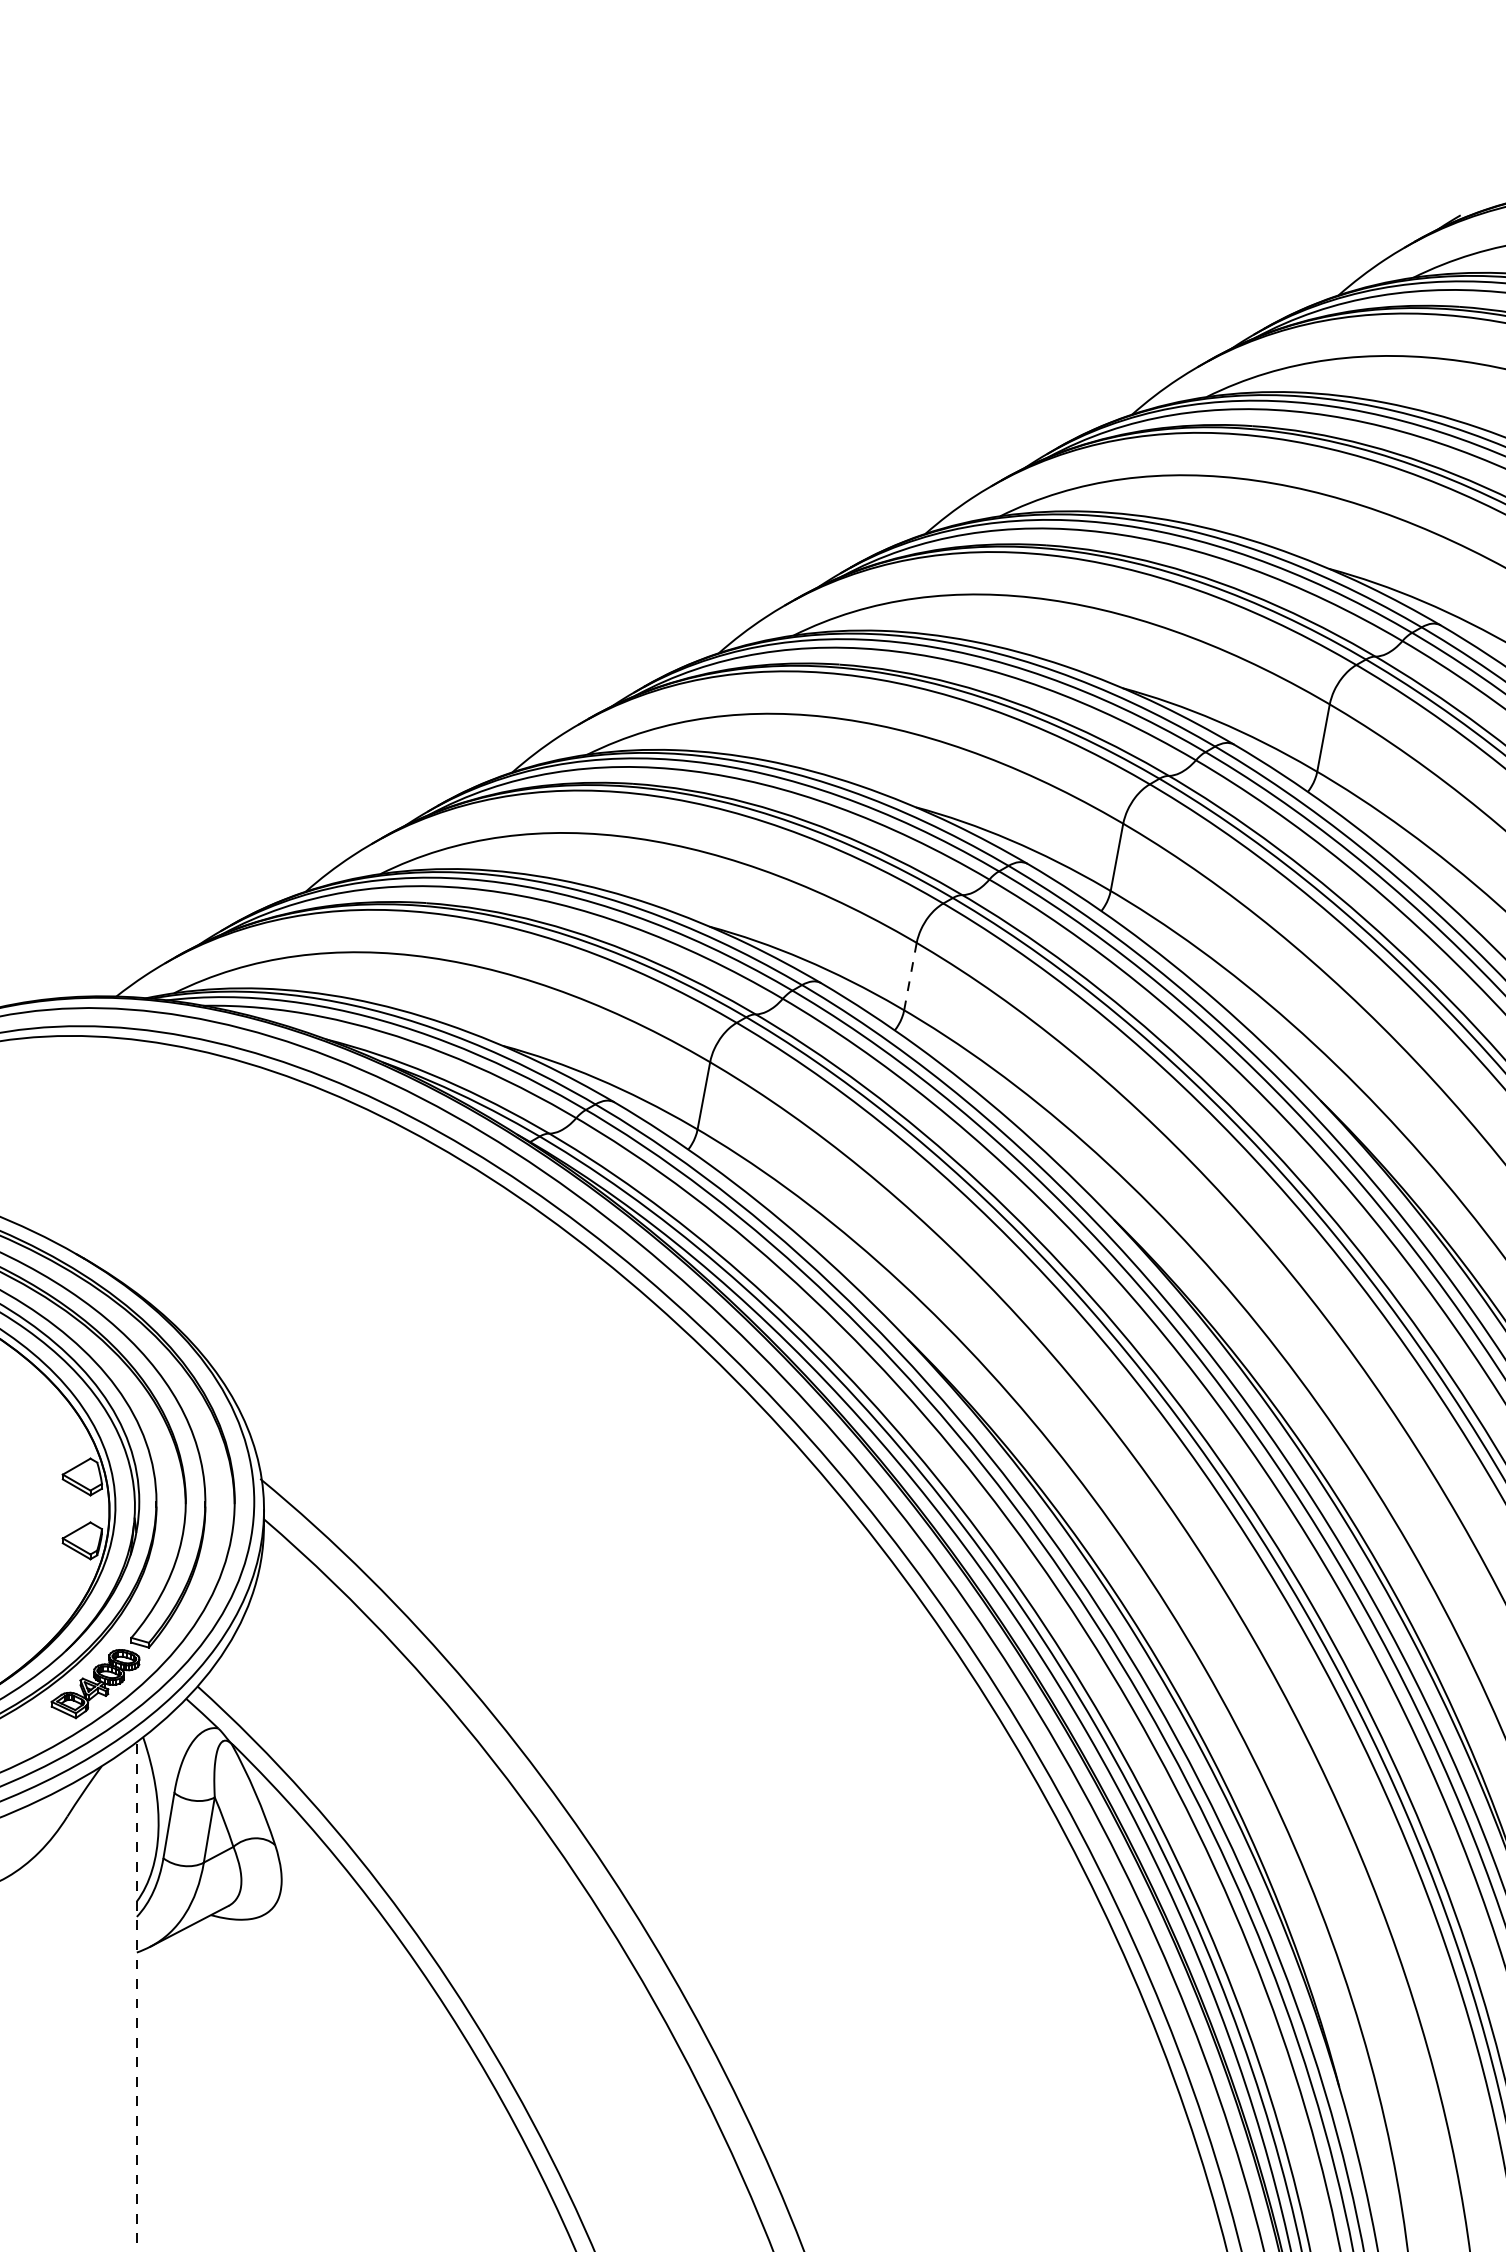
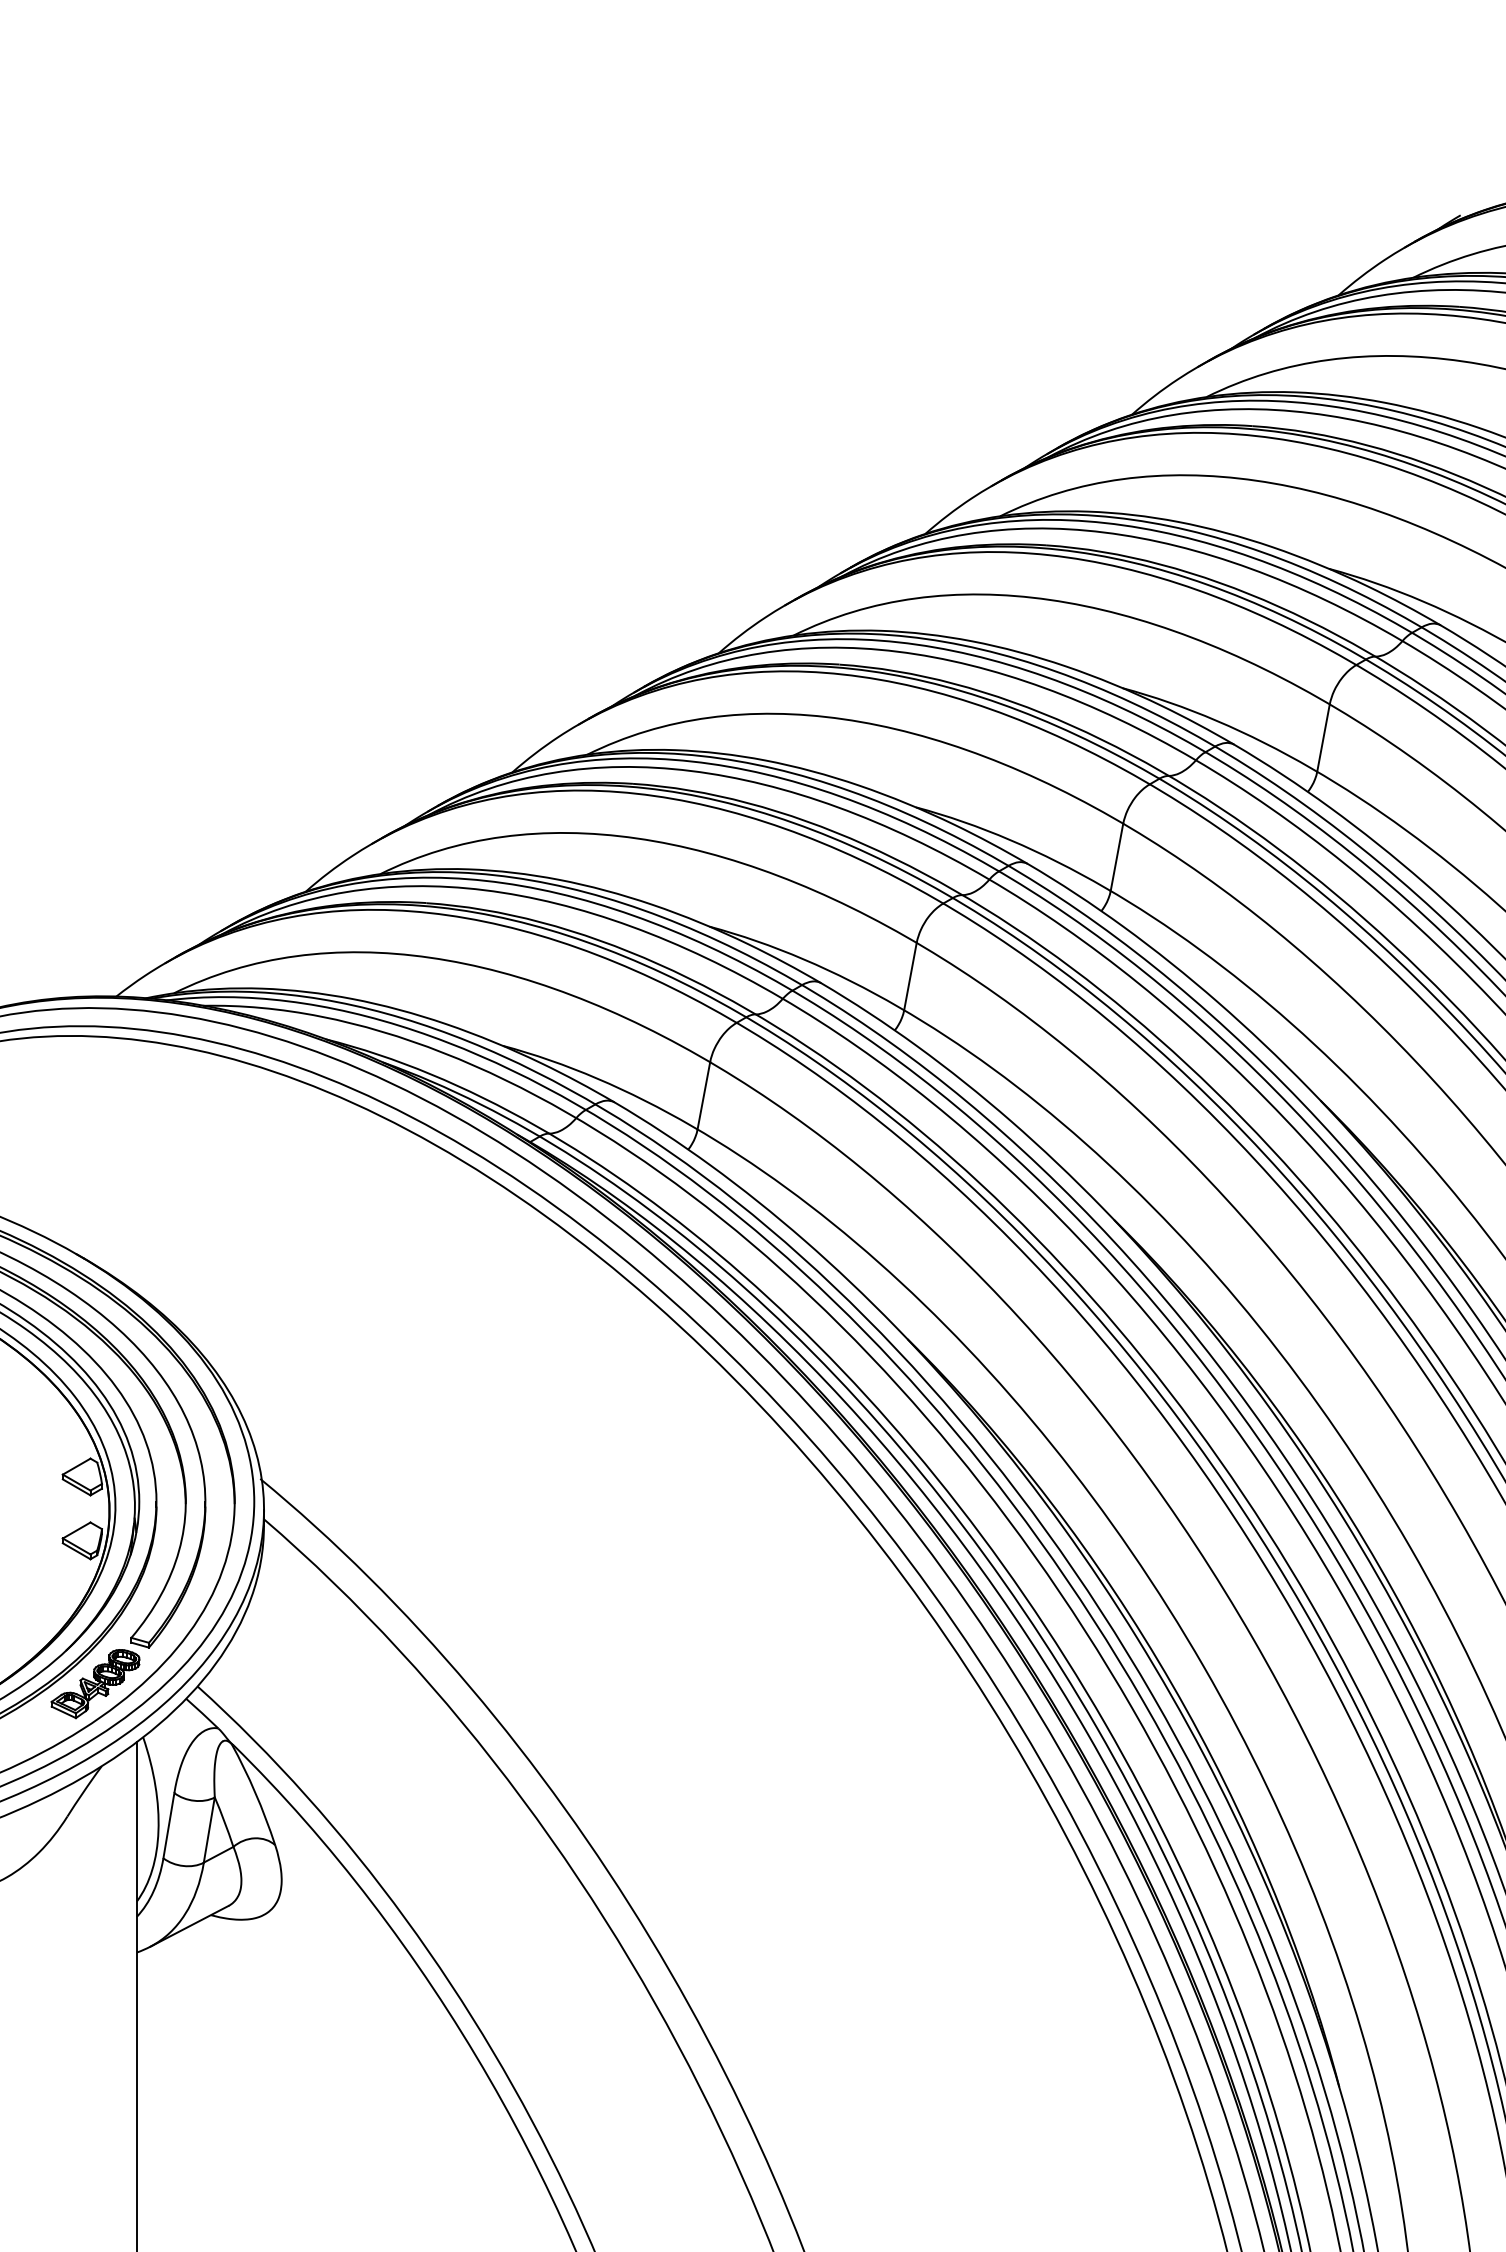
line at (910, 977): dashed -> solid
line at (136, 1996): dashed -> solid
